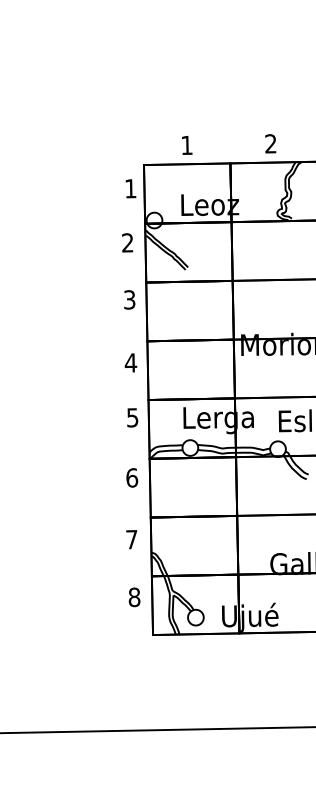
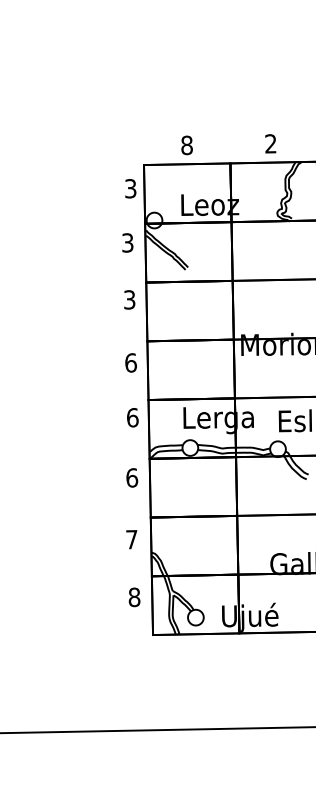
text at (186, 145): 1 -> 8
text at (130, 188): 1 -> 3
text at (127, 242): 2 -> 3
text at (130, 362): 4 -> 6
text at (132, 417): 5 -> 6
